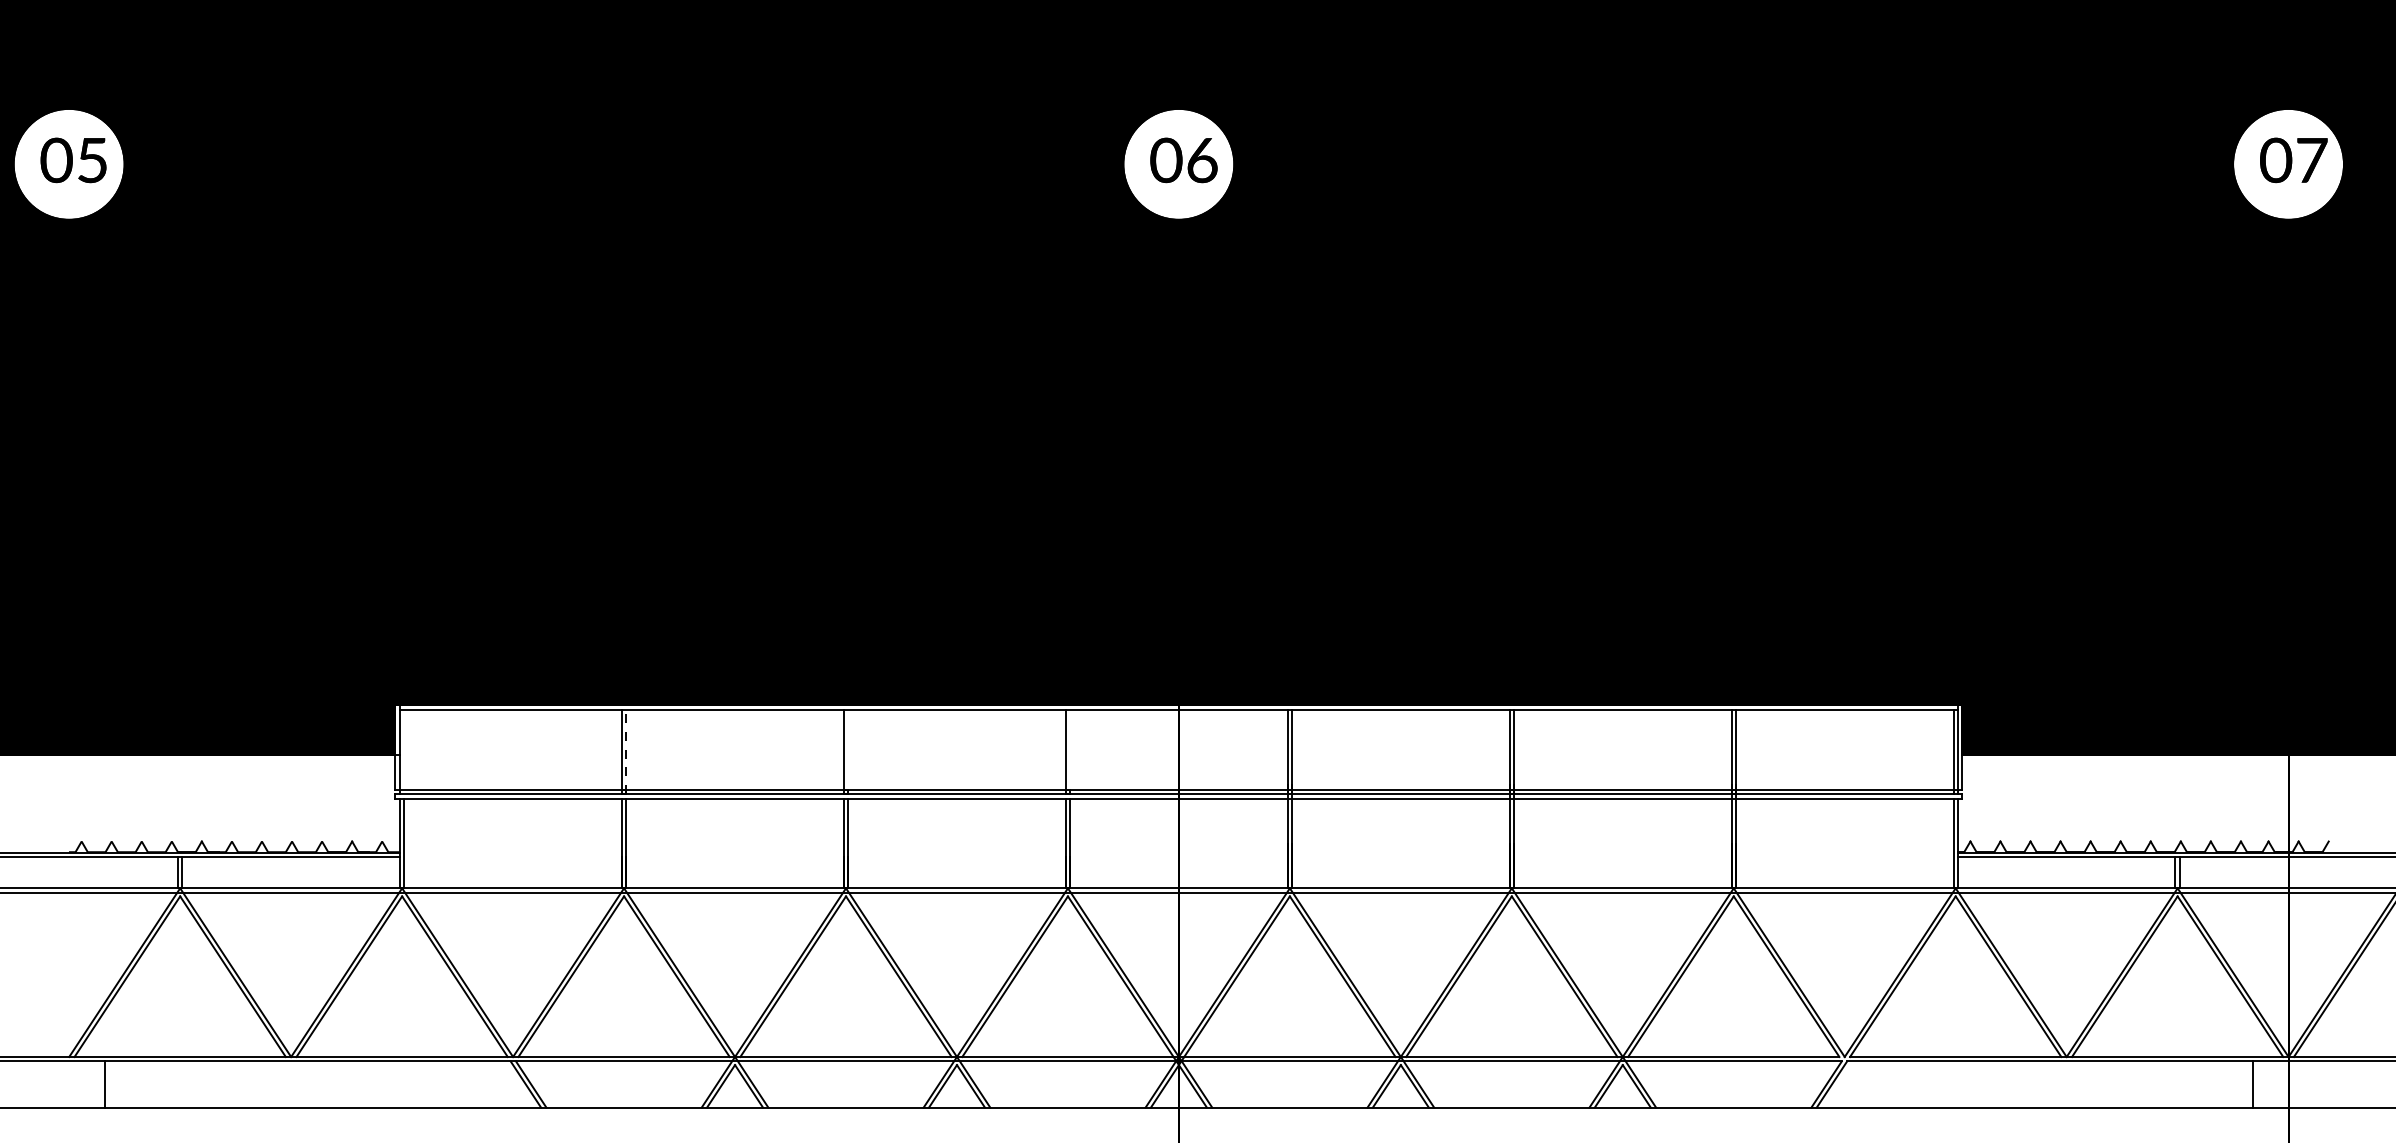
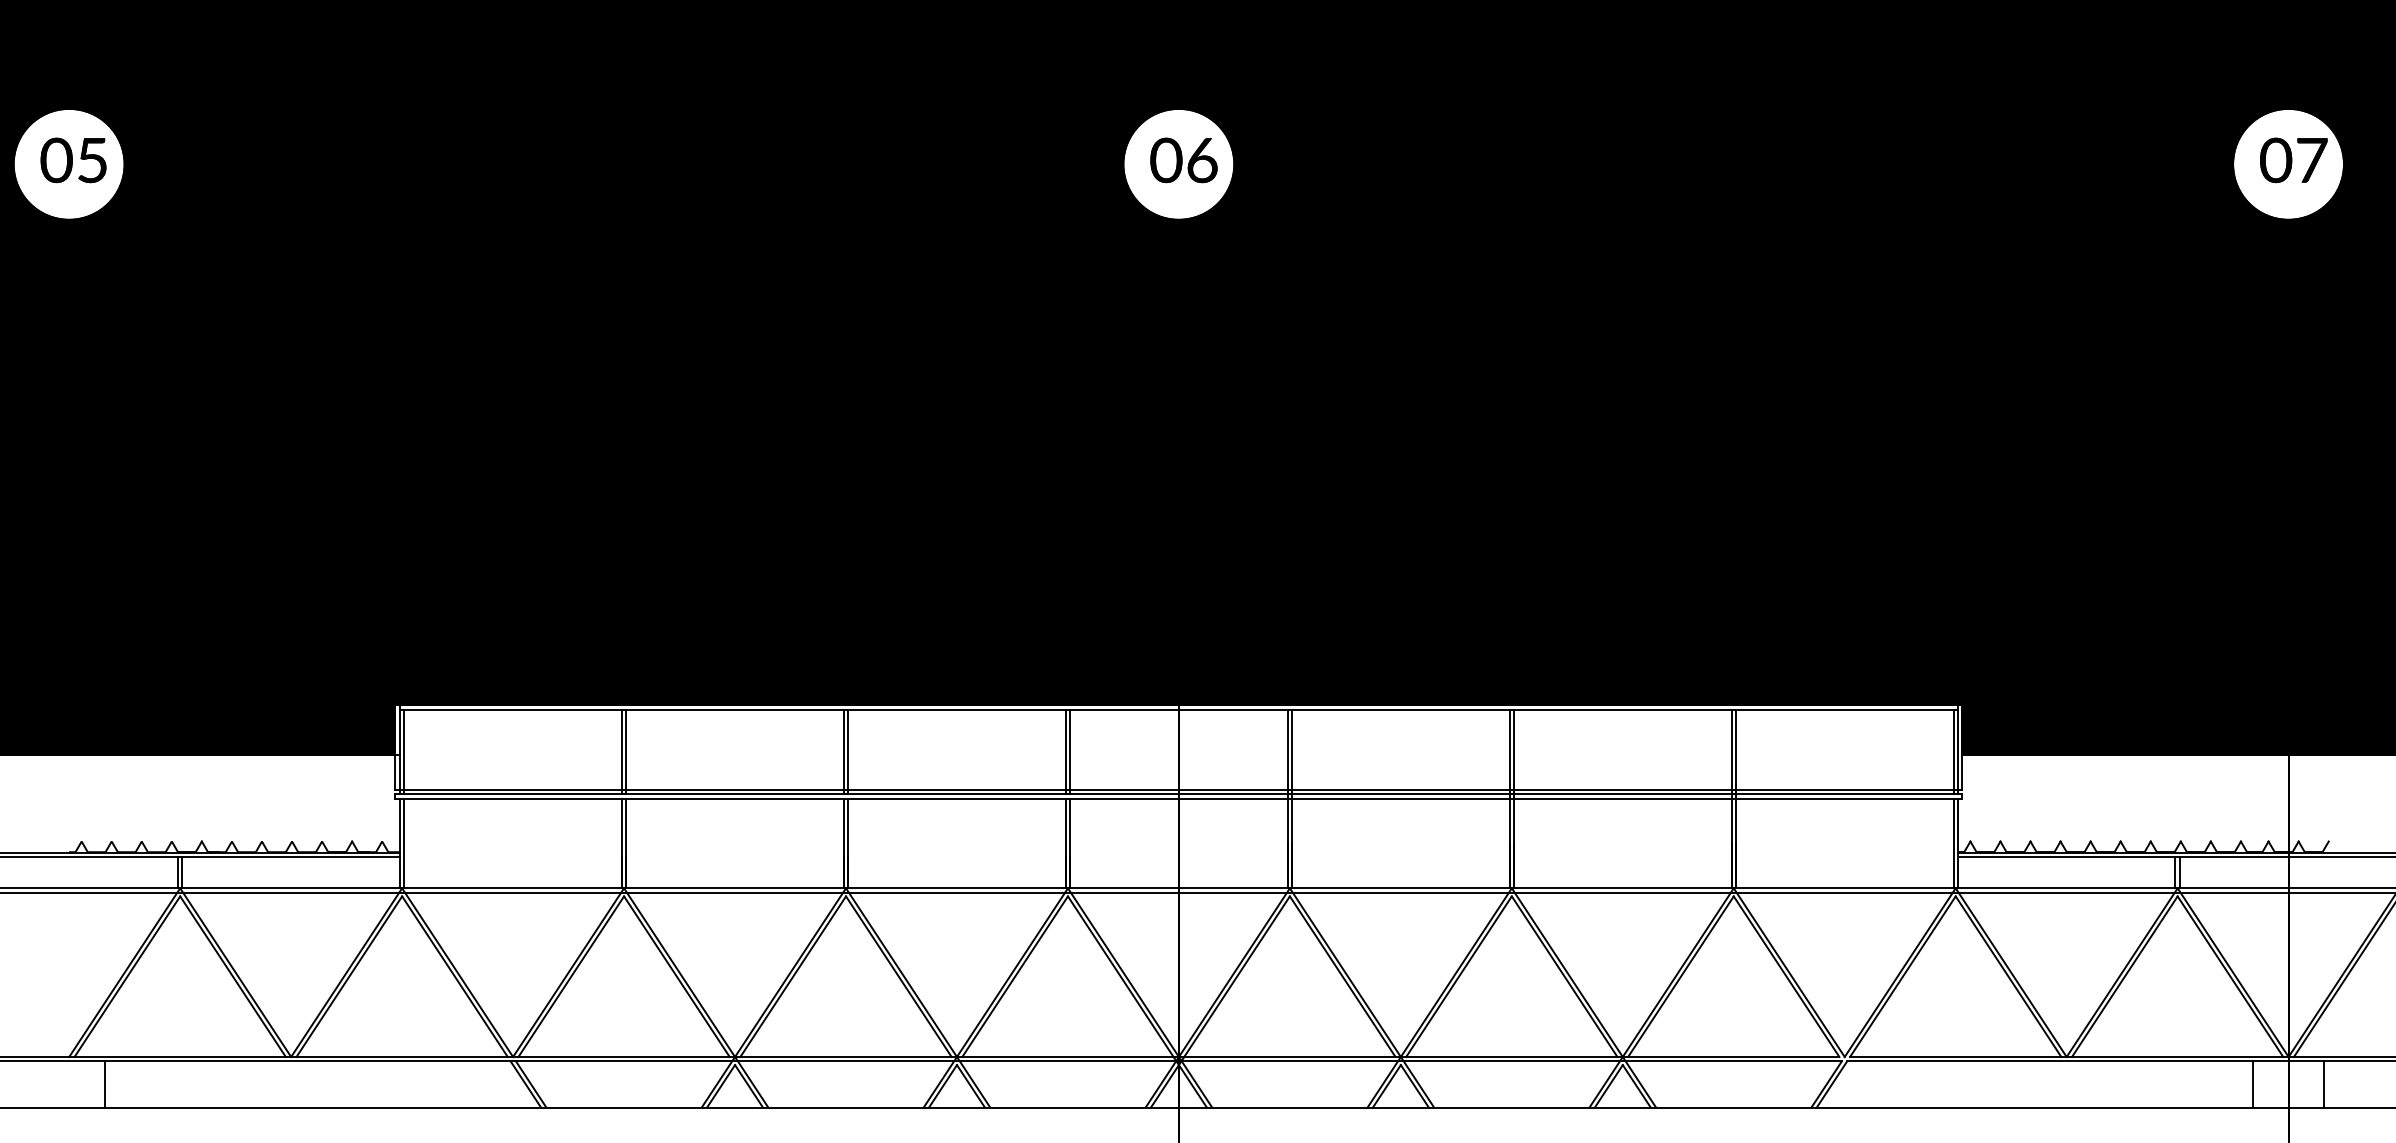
line at (848, 749): none -> present
line at (1070, 749): none -> present
line at (404, 751): none -> present
line at (626, 751): dashed -> solid
line at (2324, 1084): none -> present
